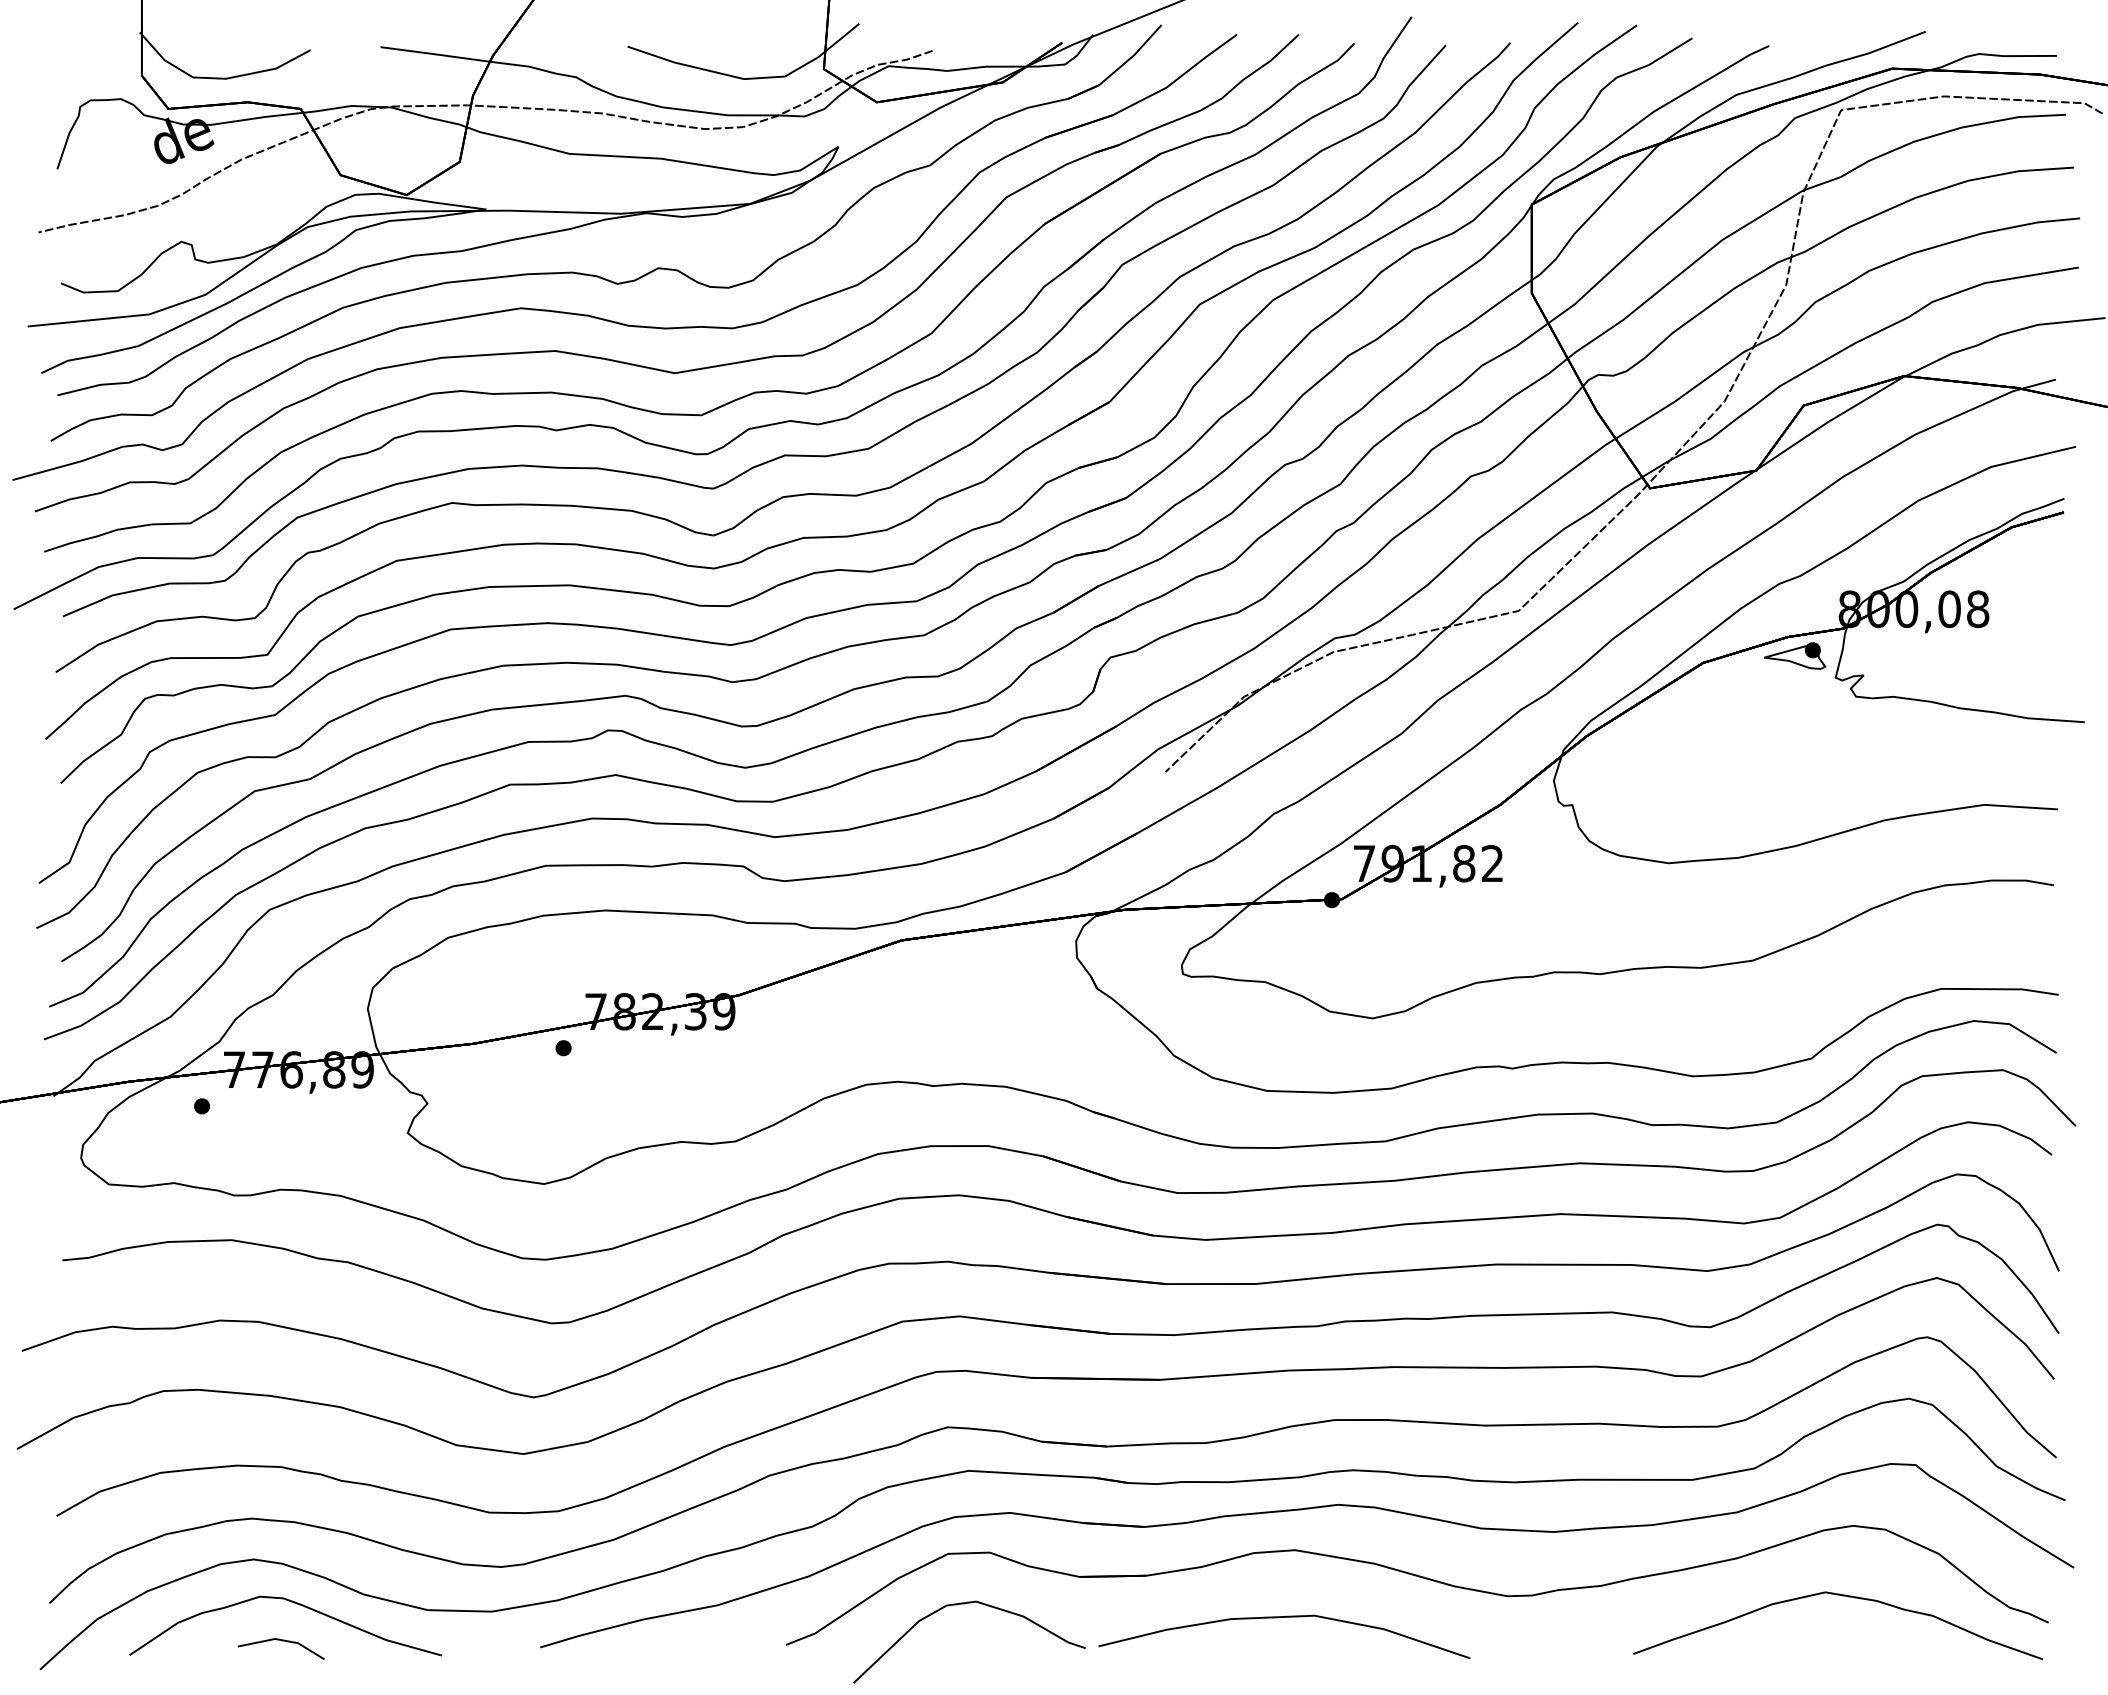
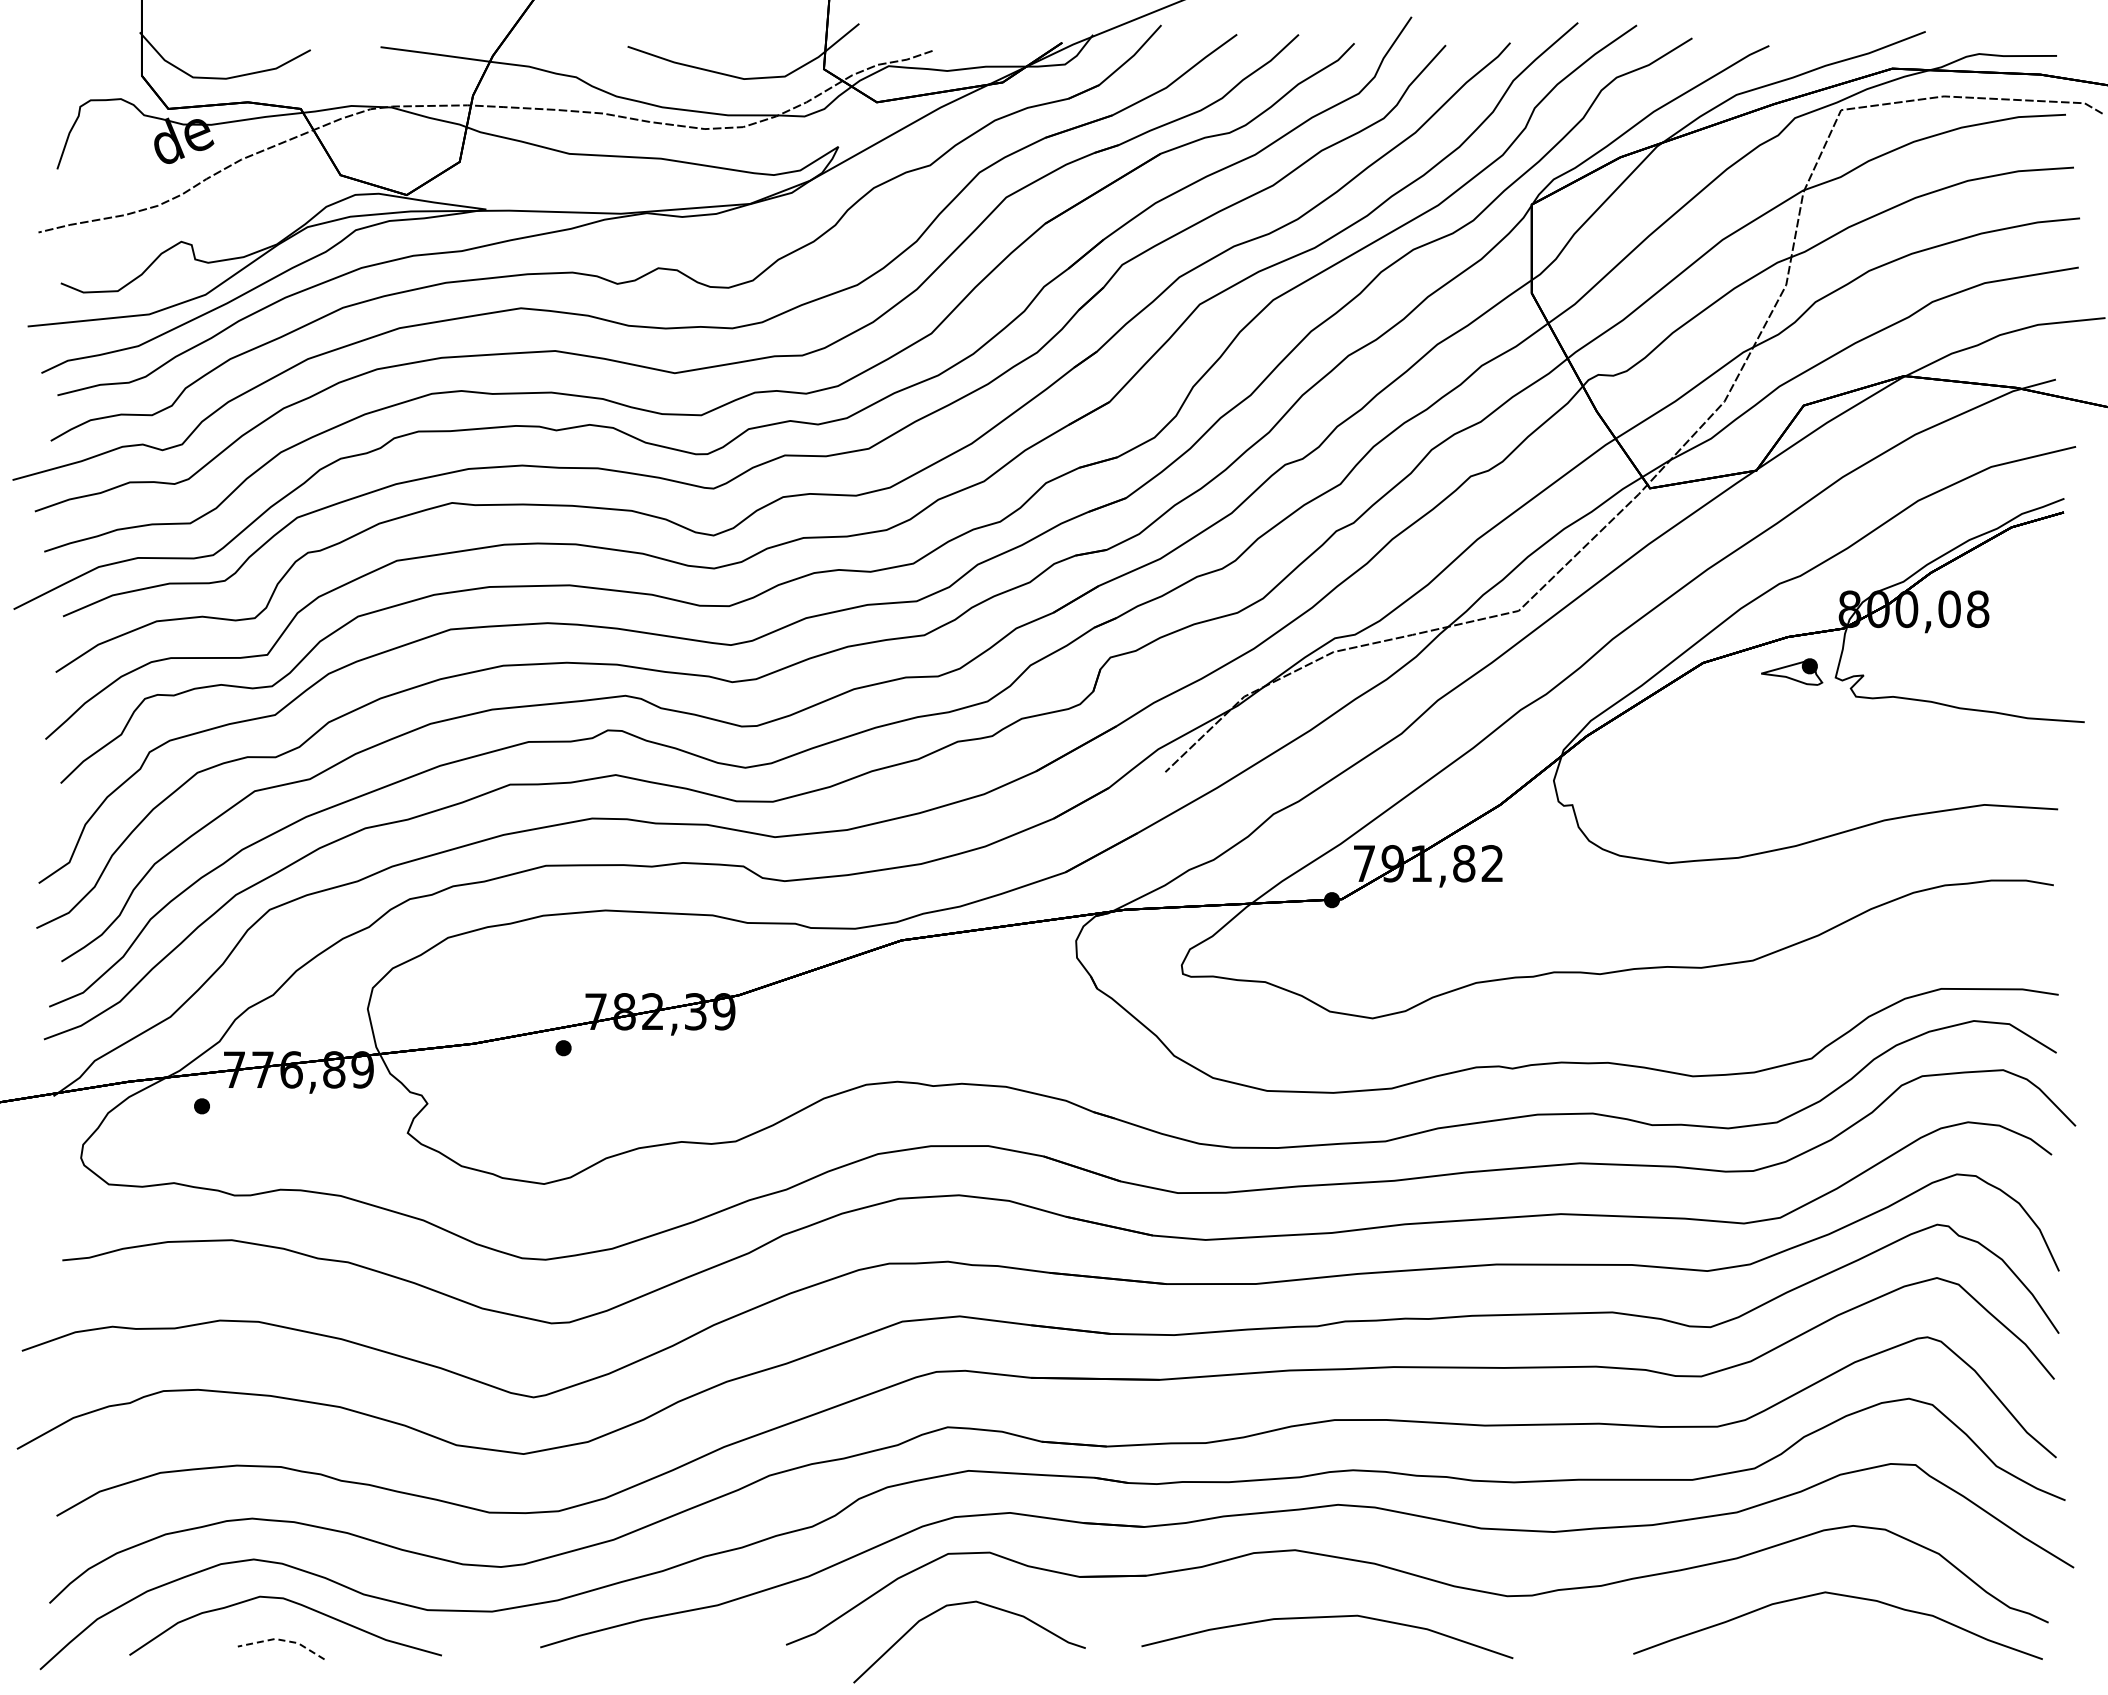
part at (1795, 655) position: (1795, 655) -> (1792, 671)
curve at (1278, 1618) position: (1278, 1618) -> (1321, 1618)
line at (282, 1640): solid -> dashed
